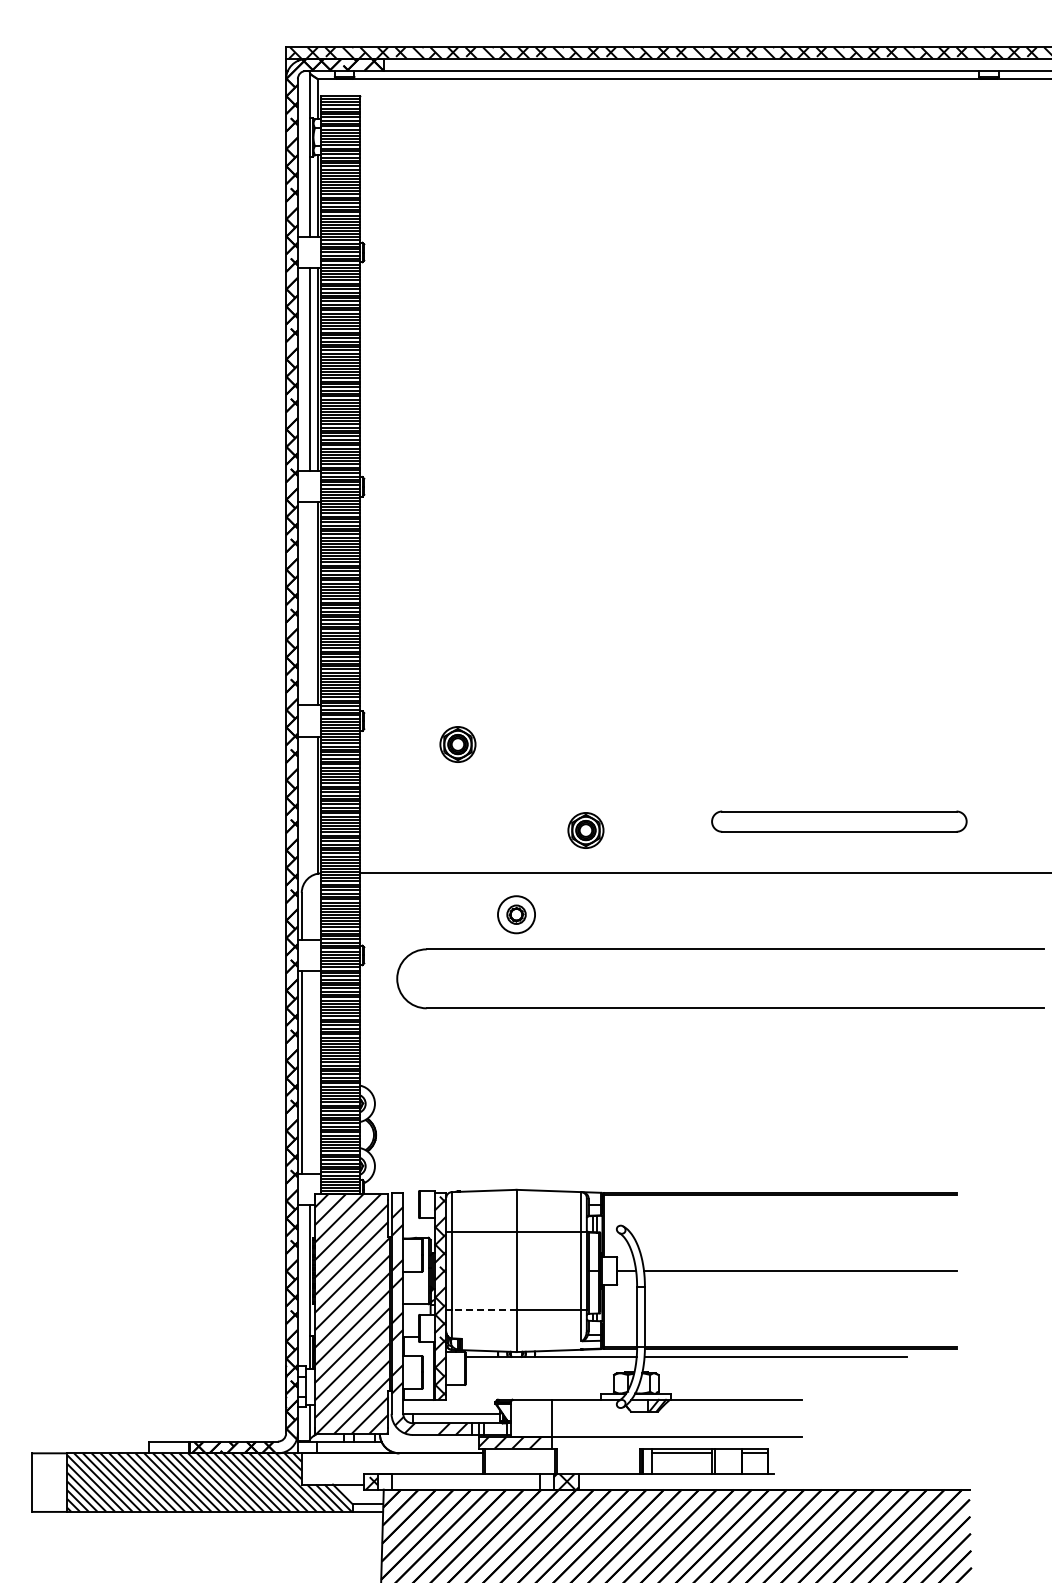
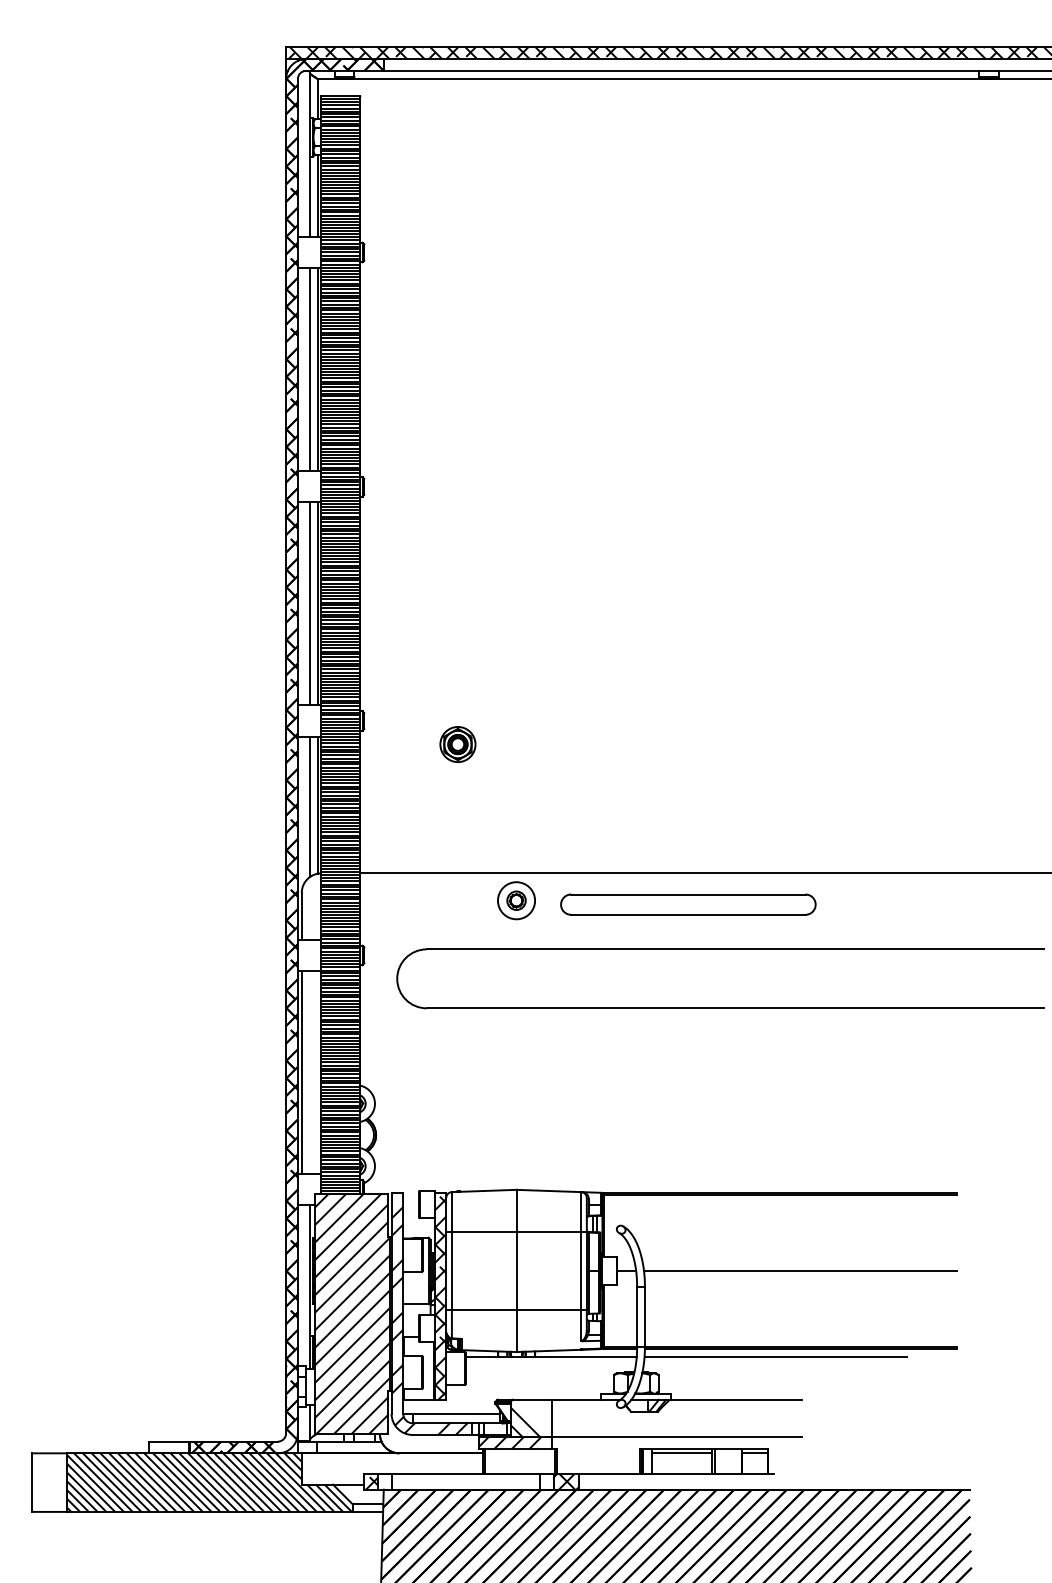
line at (309, 603): none -> present
line at (309, 806): none -> present
part at (839, 821) position: (839, 821) -> (688, 904)
part at (585, 830): present -> none
part at (516, 914) position: (516, 914) -> (516, 900)
line at (483, 1310): dashed -> solid
hatch at (525, 1421): none -> present
